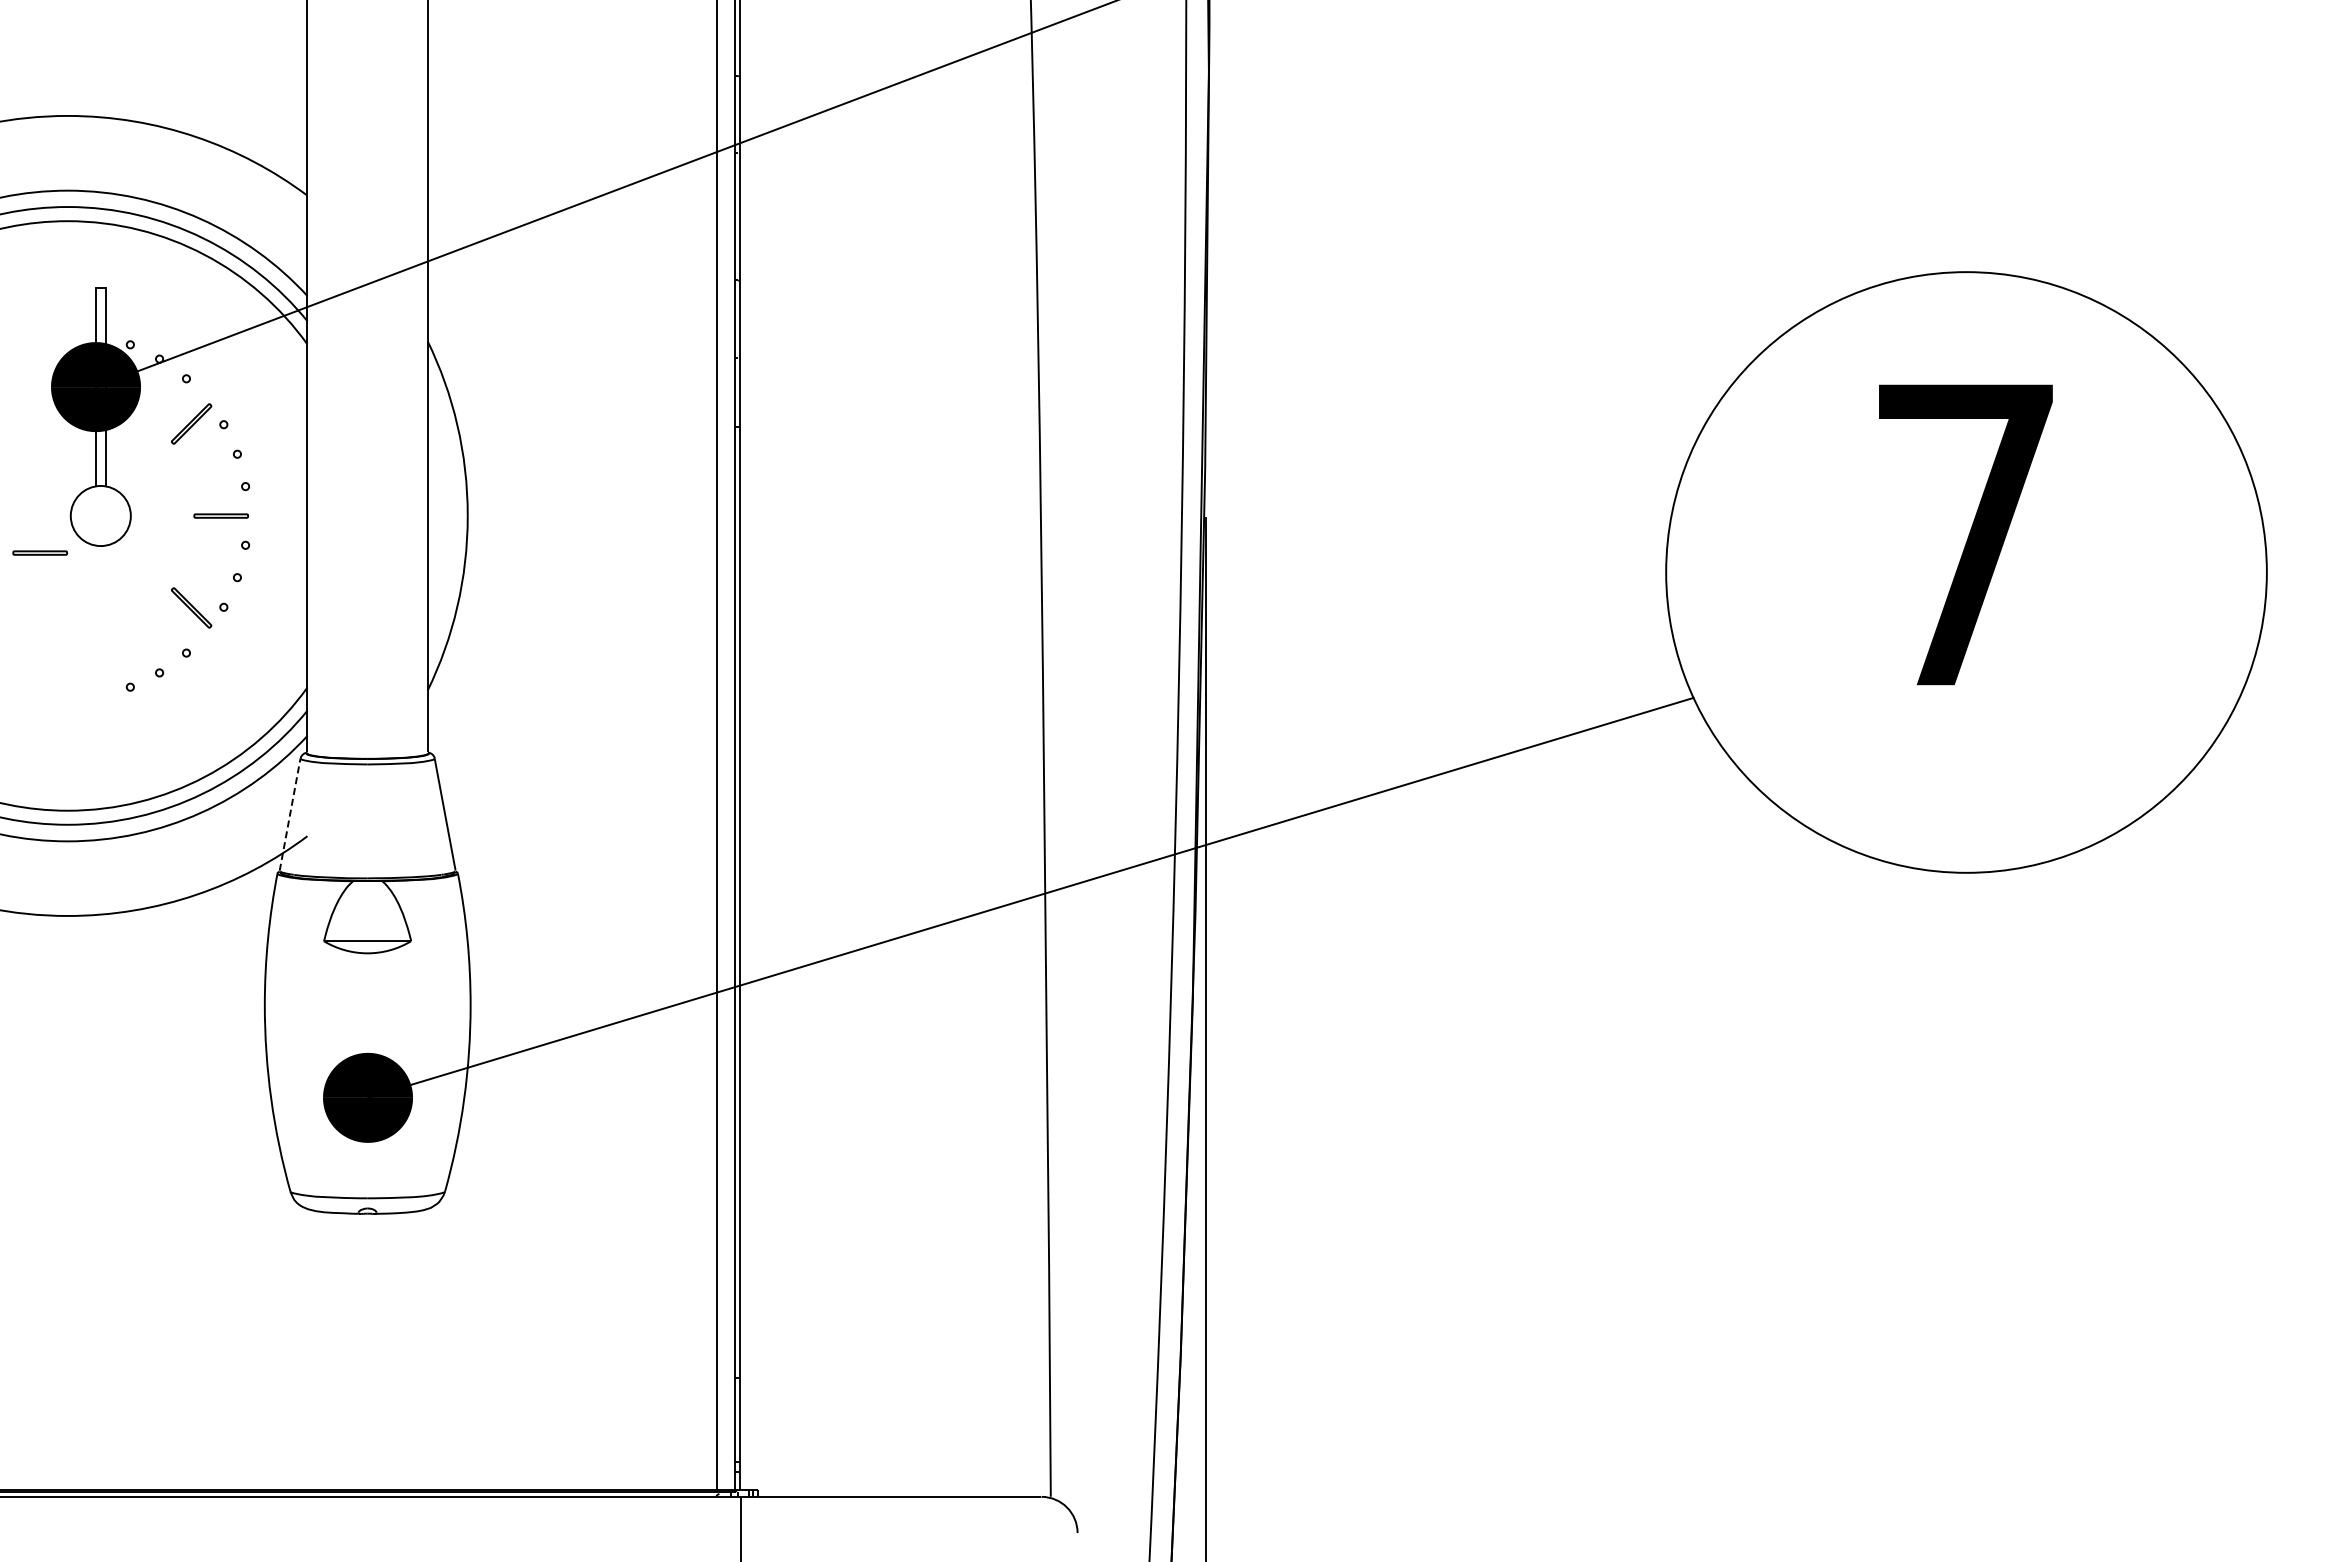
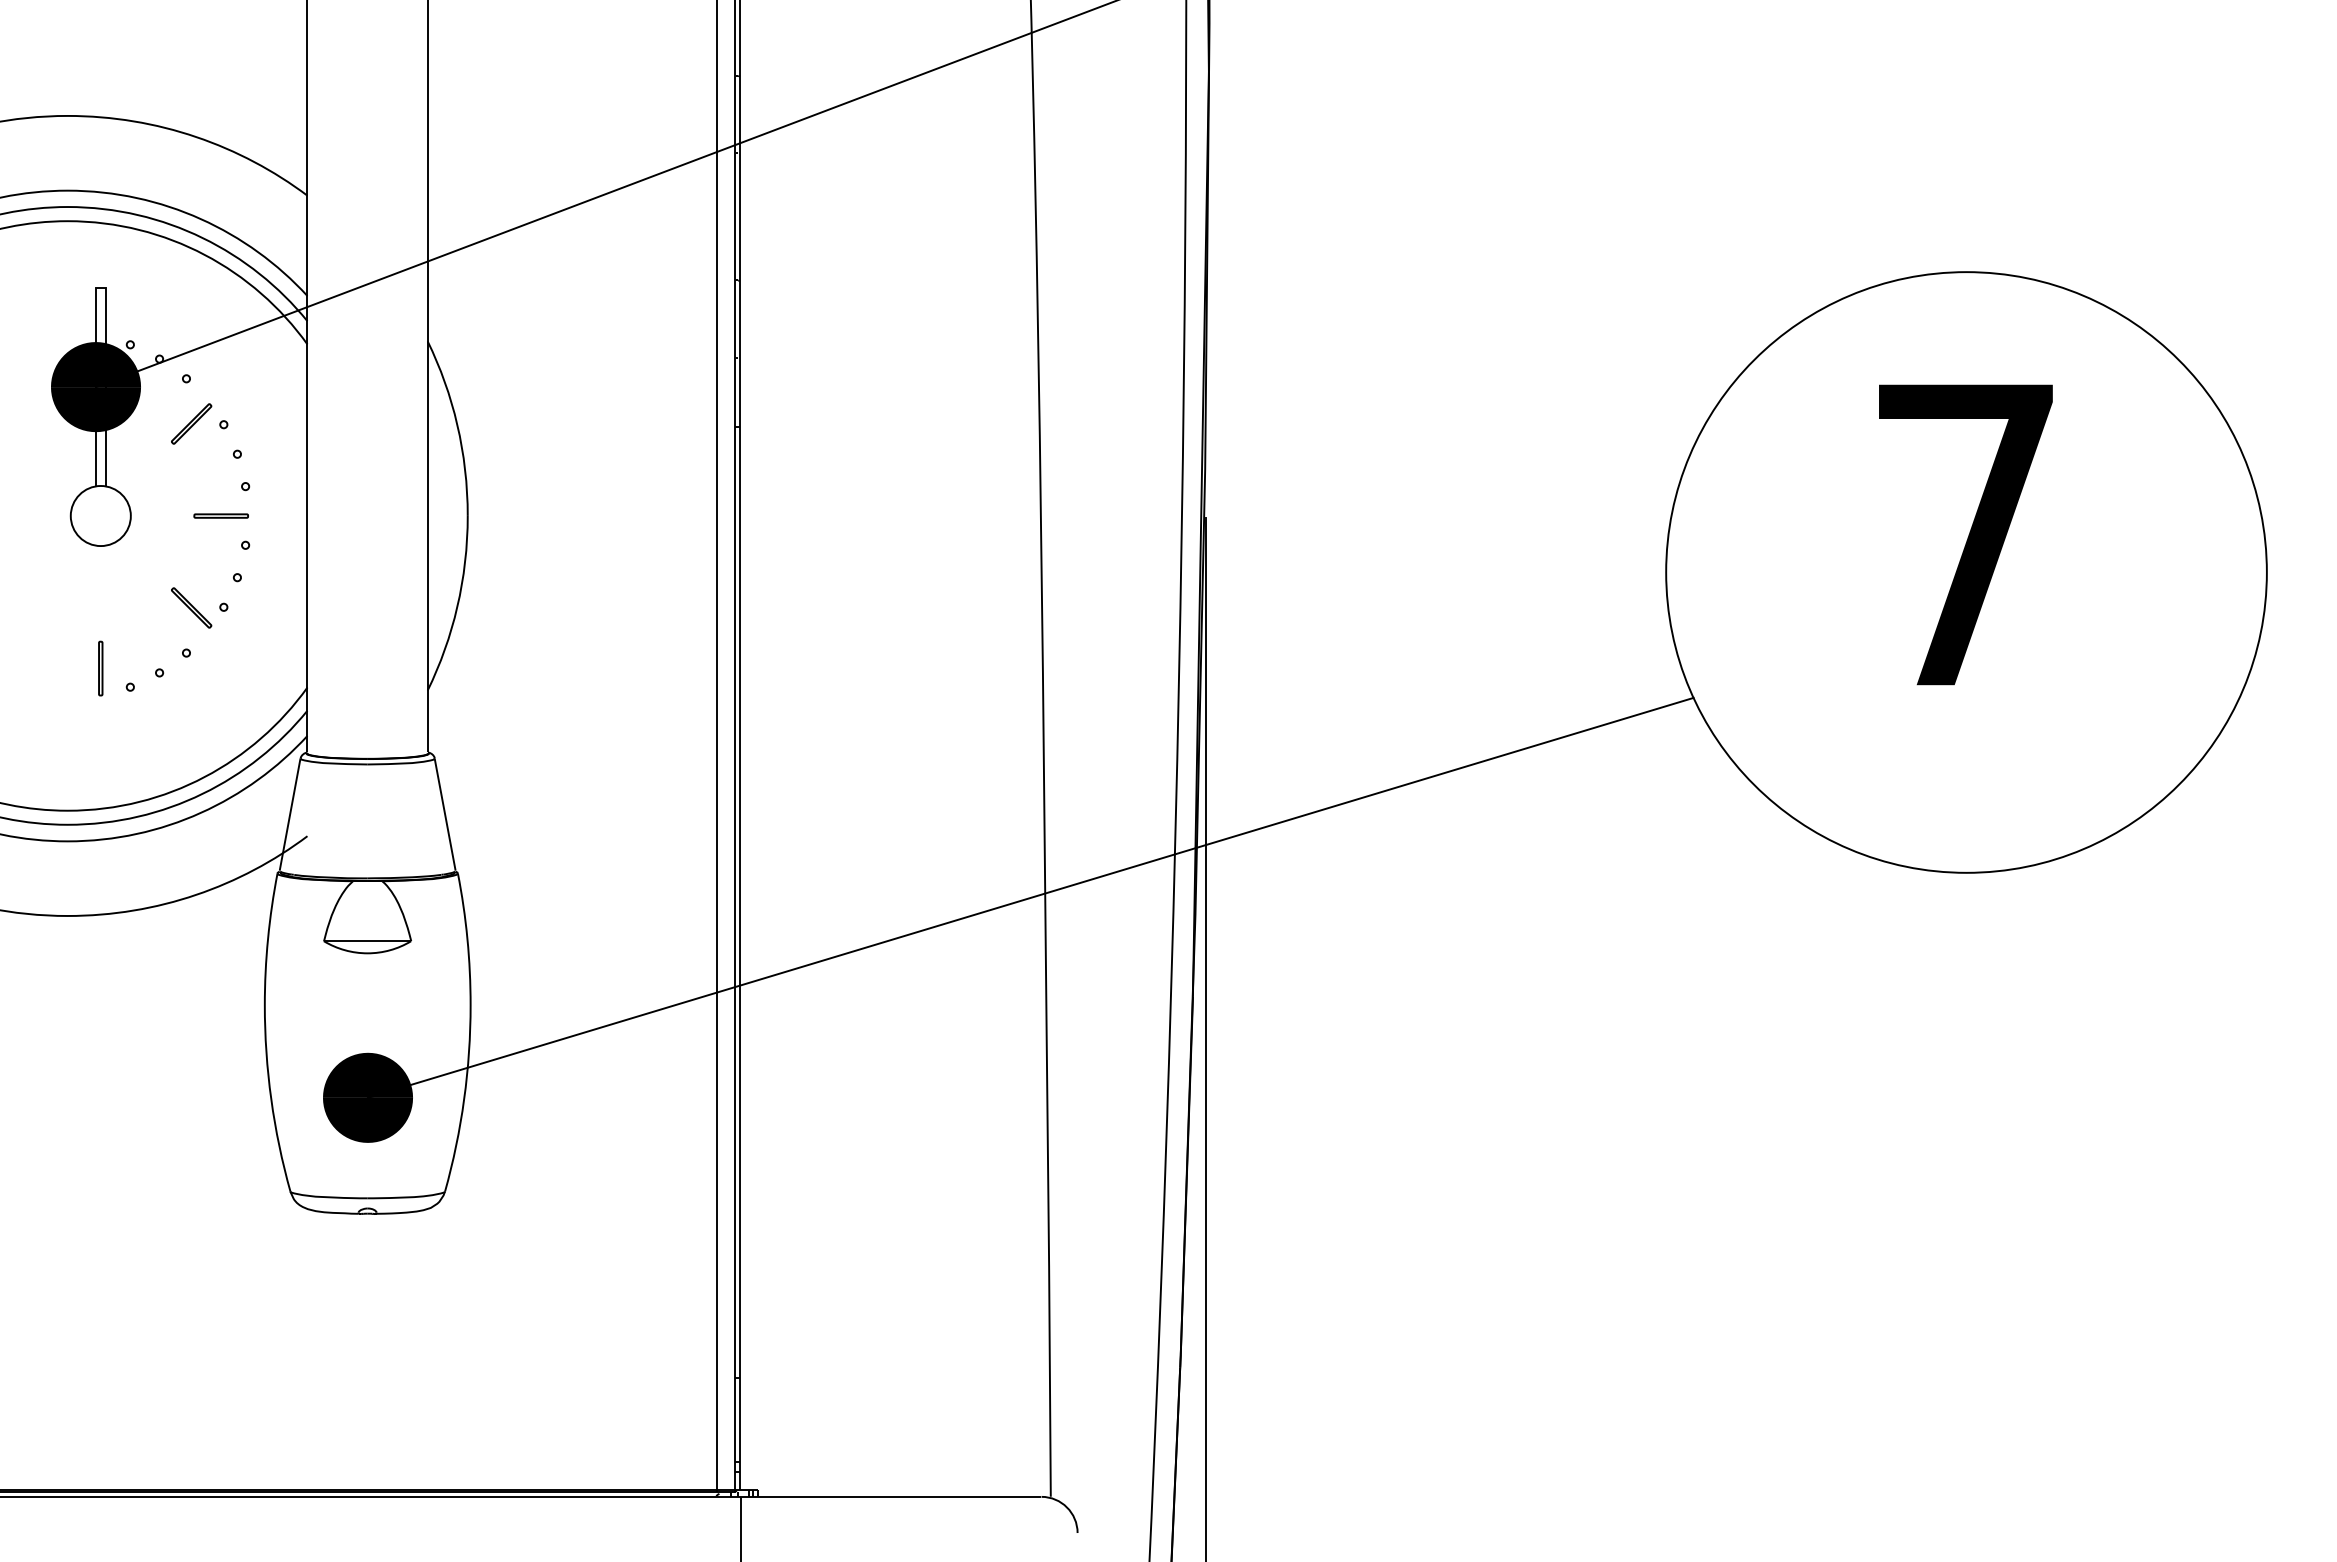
part at (39, 552): present -> none
part at (100, 668): none -> present
line at (290, 814): dashed -> solid
